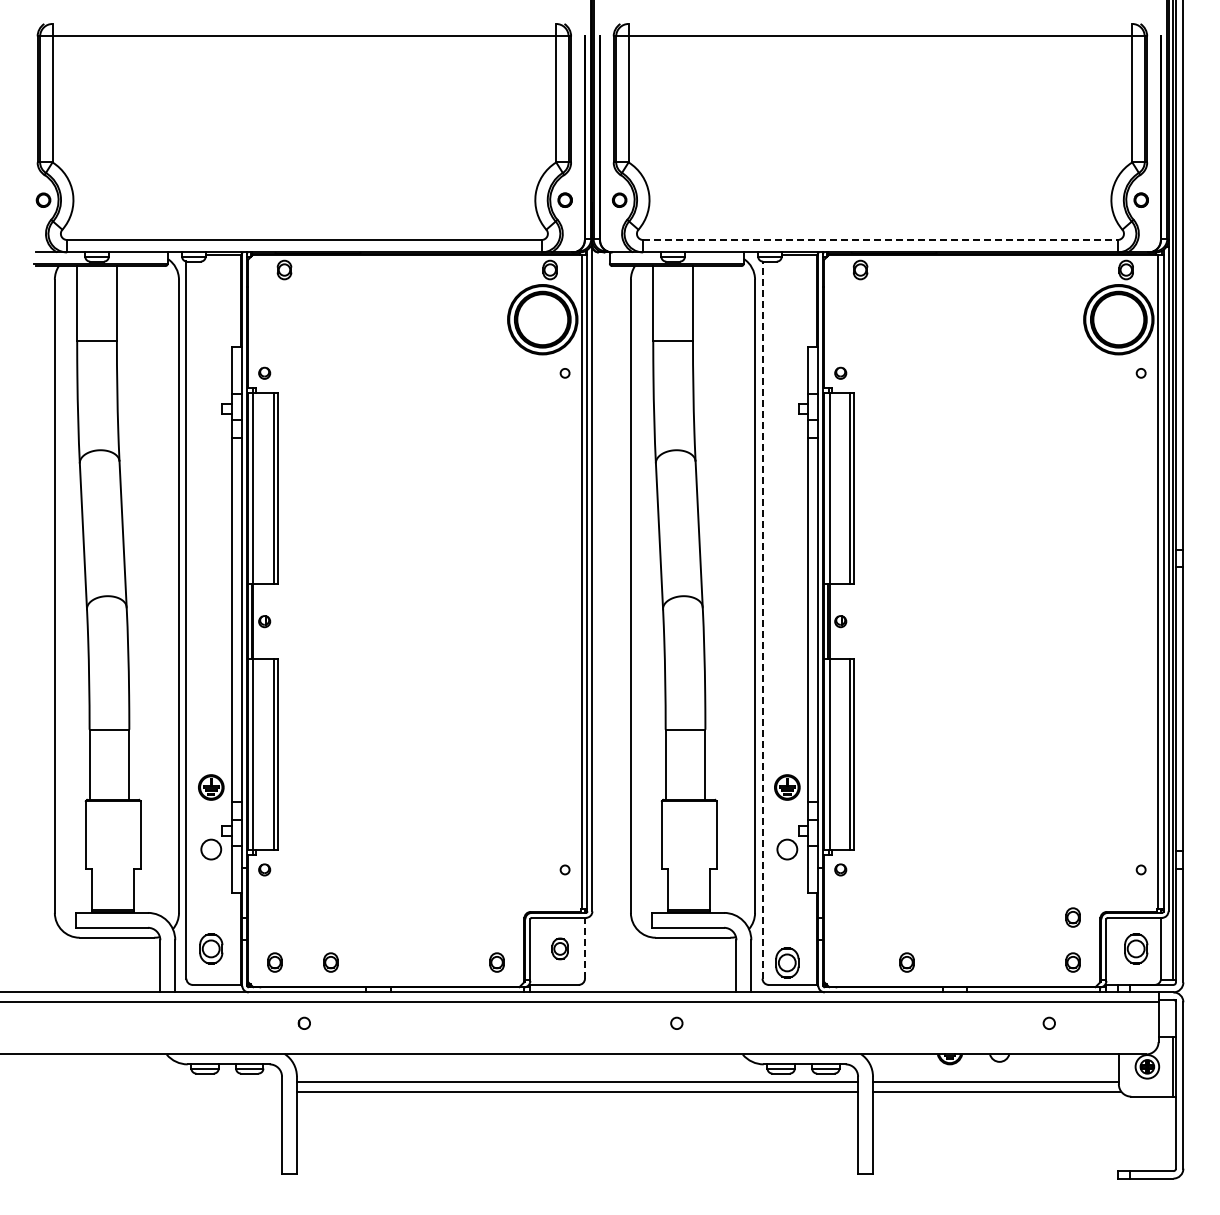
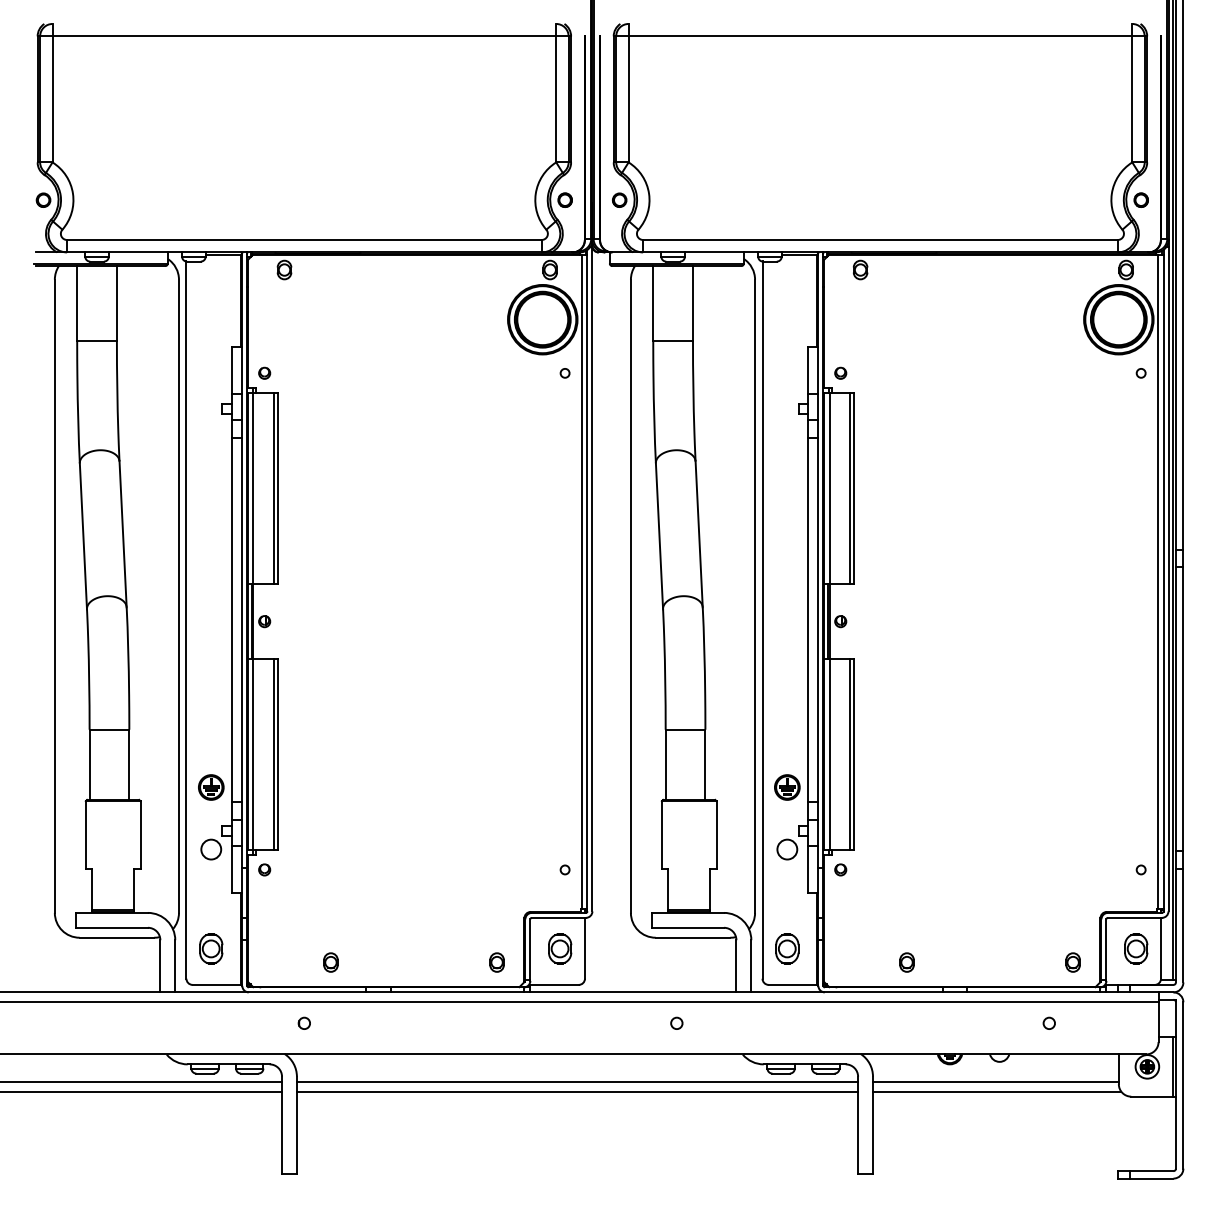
line at (880, 240): dashed -> solid
line at (762, 620): dashed -> solid
part at (1072, 917): present -> none
line at (584, 947): dashed -> solid
part at (559, 948) size: 18x24 px -> 25x32 px
part at (274, 962): present -> none
part at (787, 962) position: (787, 962) -> (787, 948)
line at (142, 1081): none -> present
line at (142, 1091): none -> present
